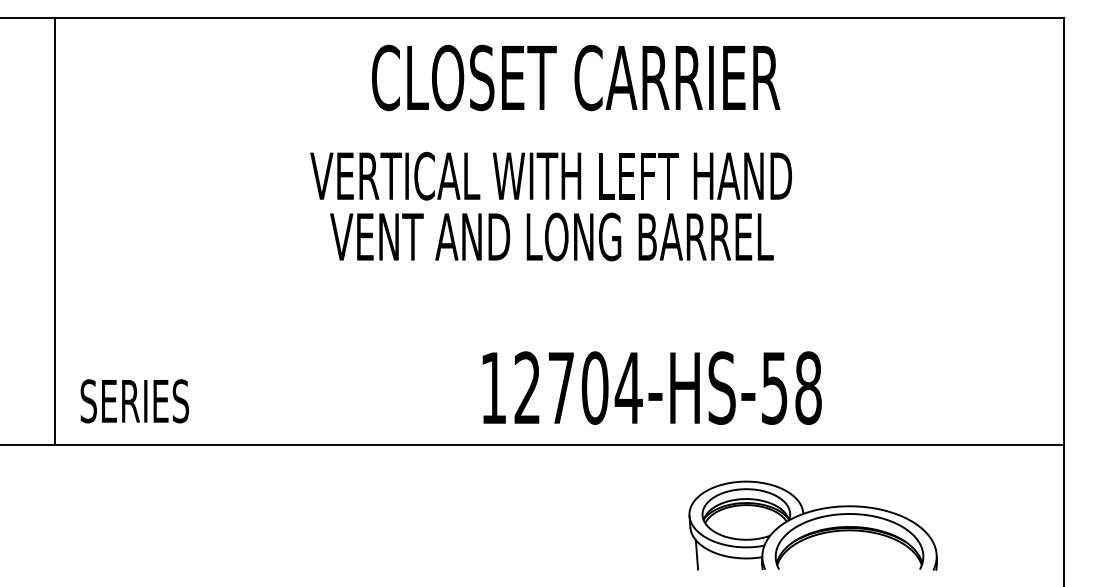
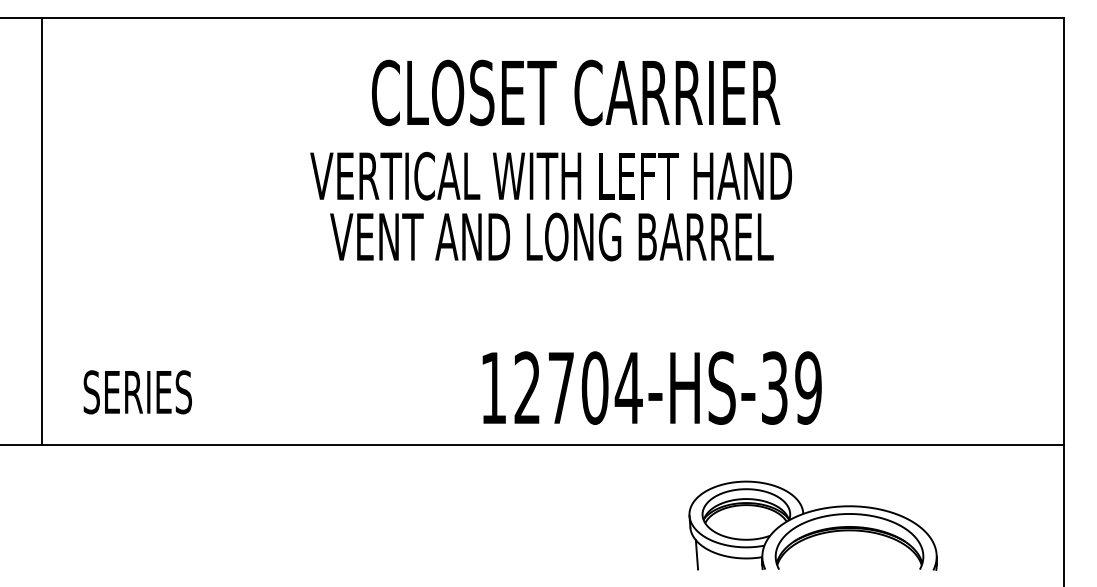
text at (576, 77) position: (576, 77) -> (576, 92)
line at (55, 230) position: (55, 230) -> (42, 230)
text at (791, 387): 12704-HS-58 -> 12704-HS-39
text at (134, 401) position: (134, 401) -> (137, 392)
